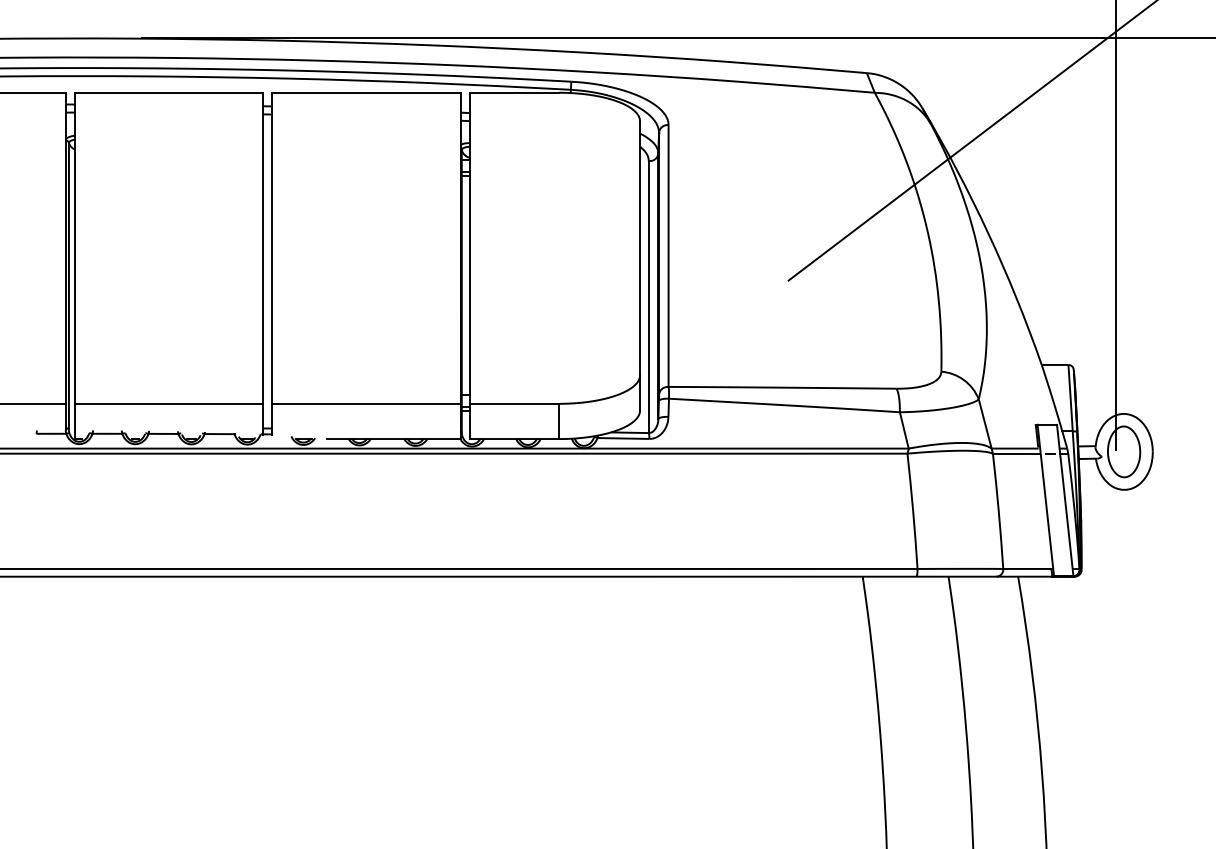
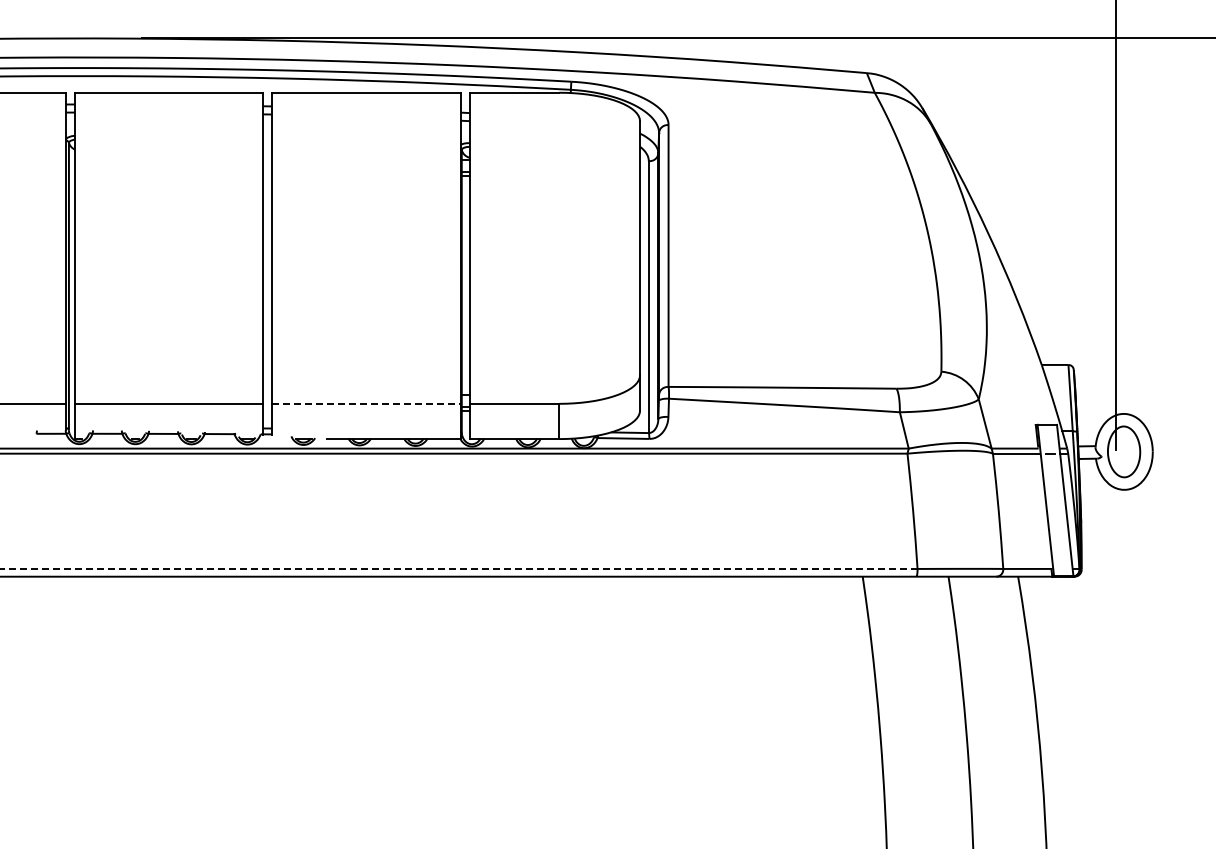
line at (971, 141): present -> none
line at (366, 403): solid -> dashed
line at (458, 568): solid -> dashed
